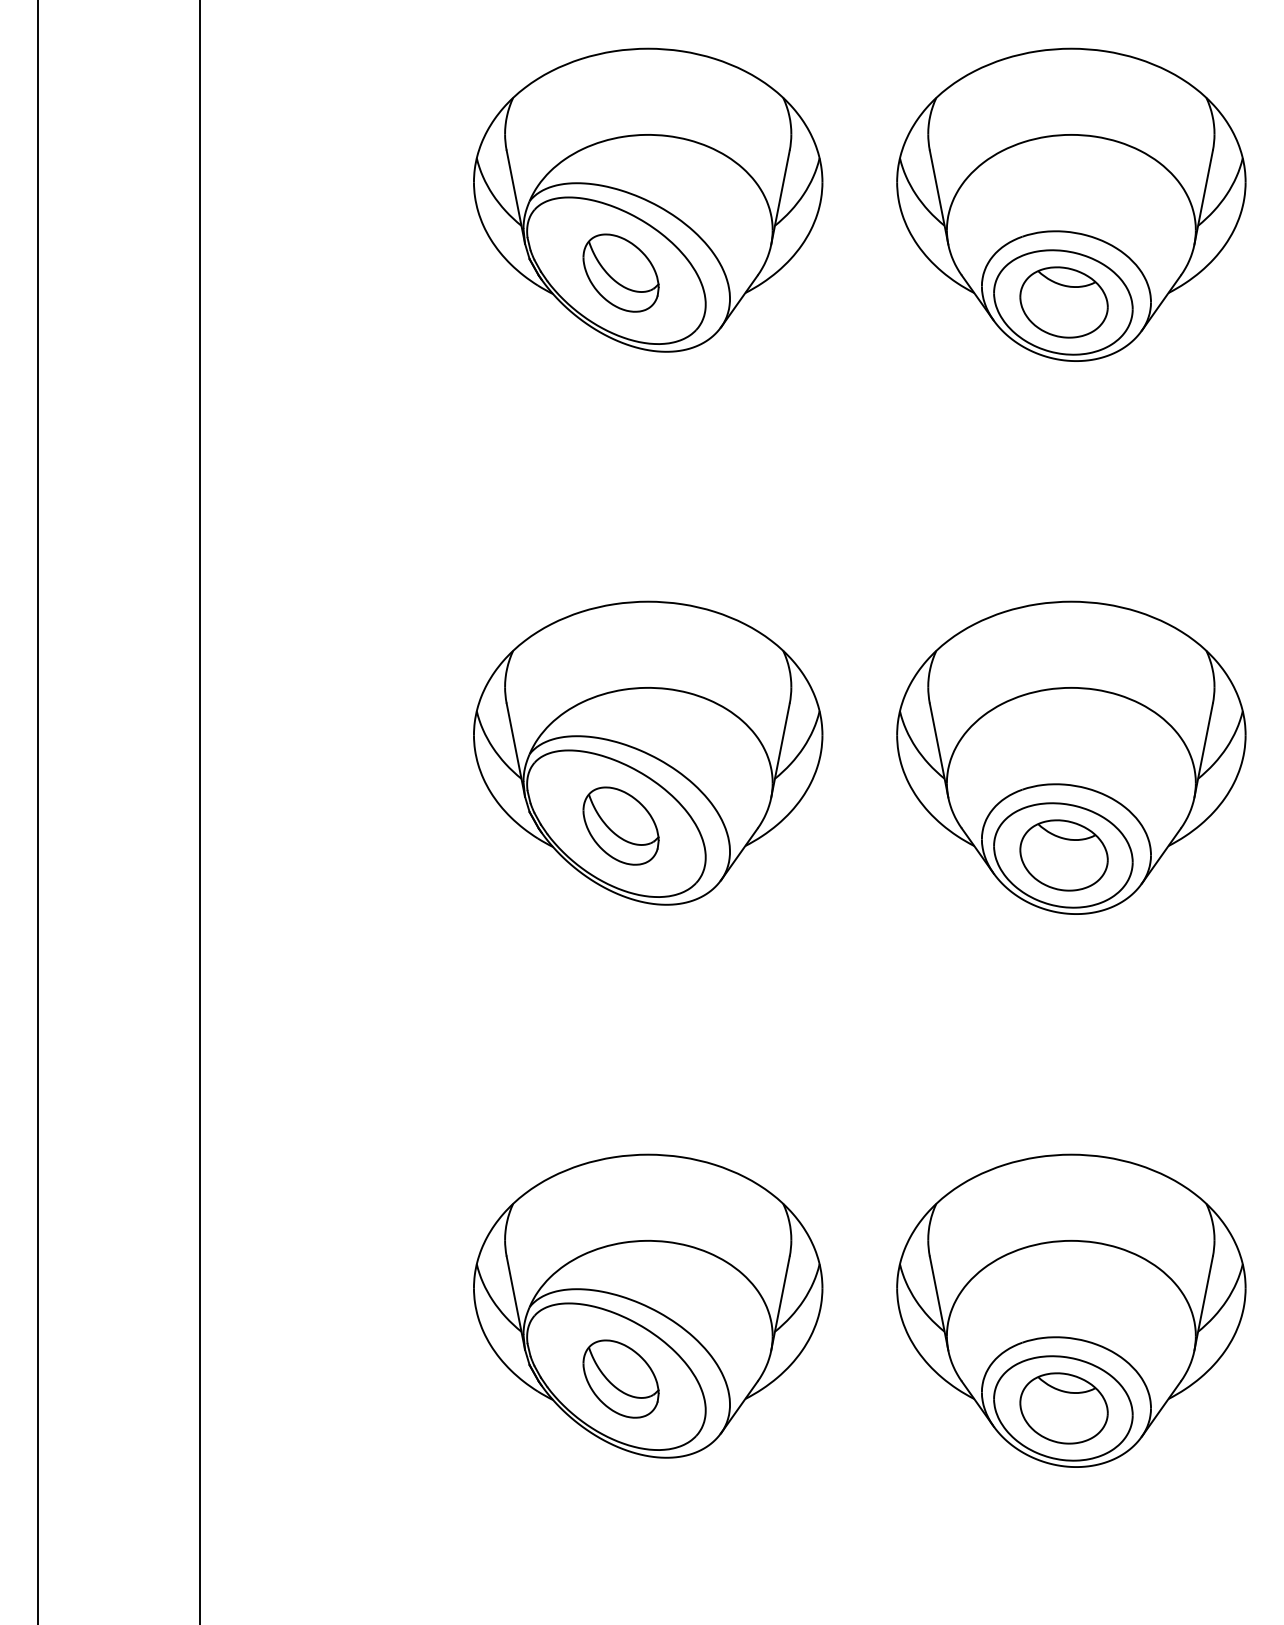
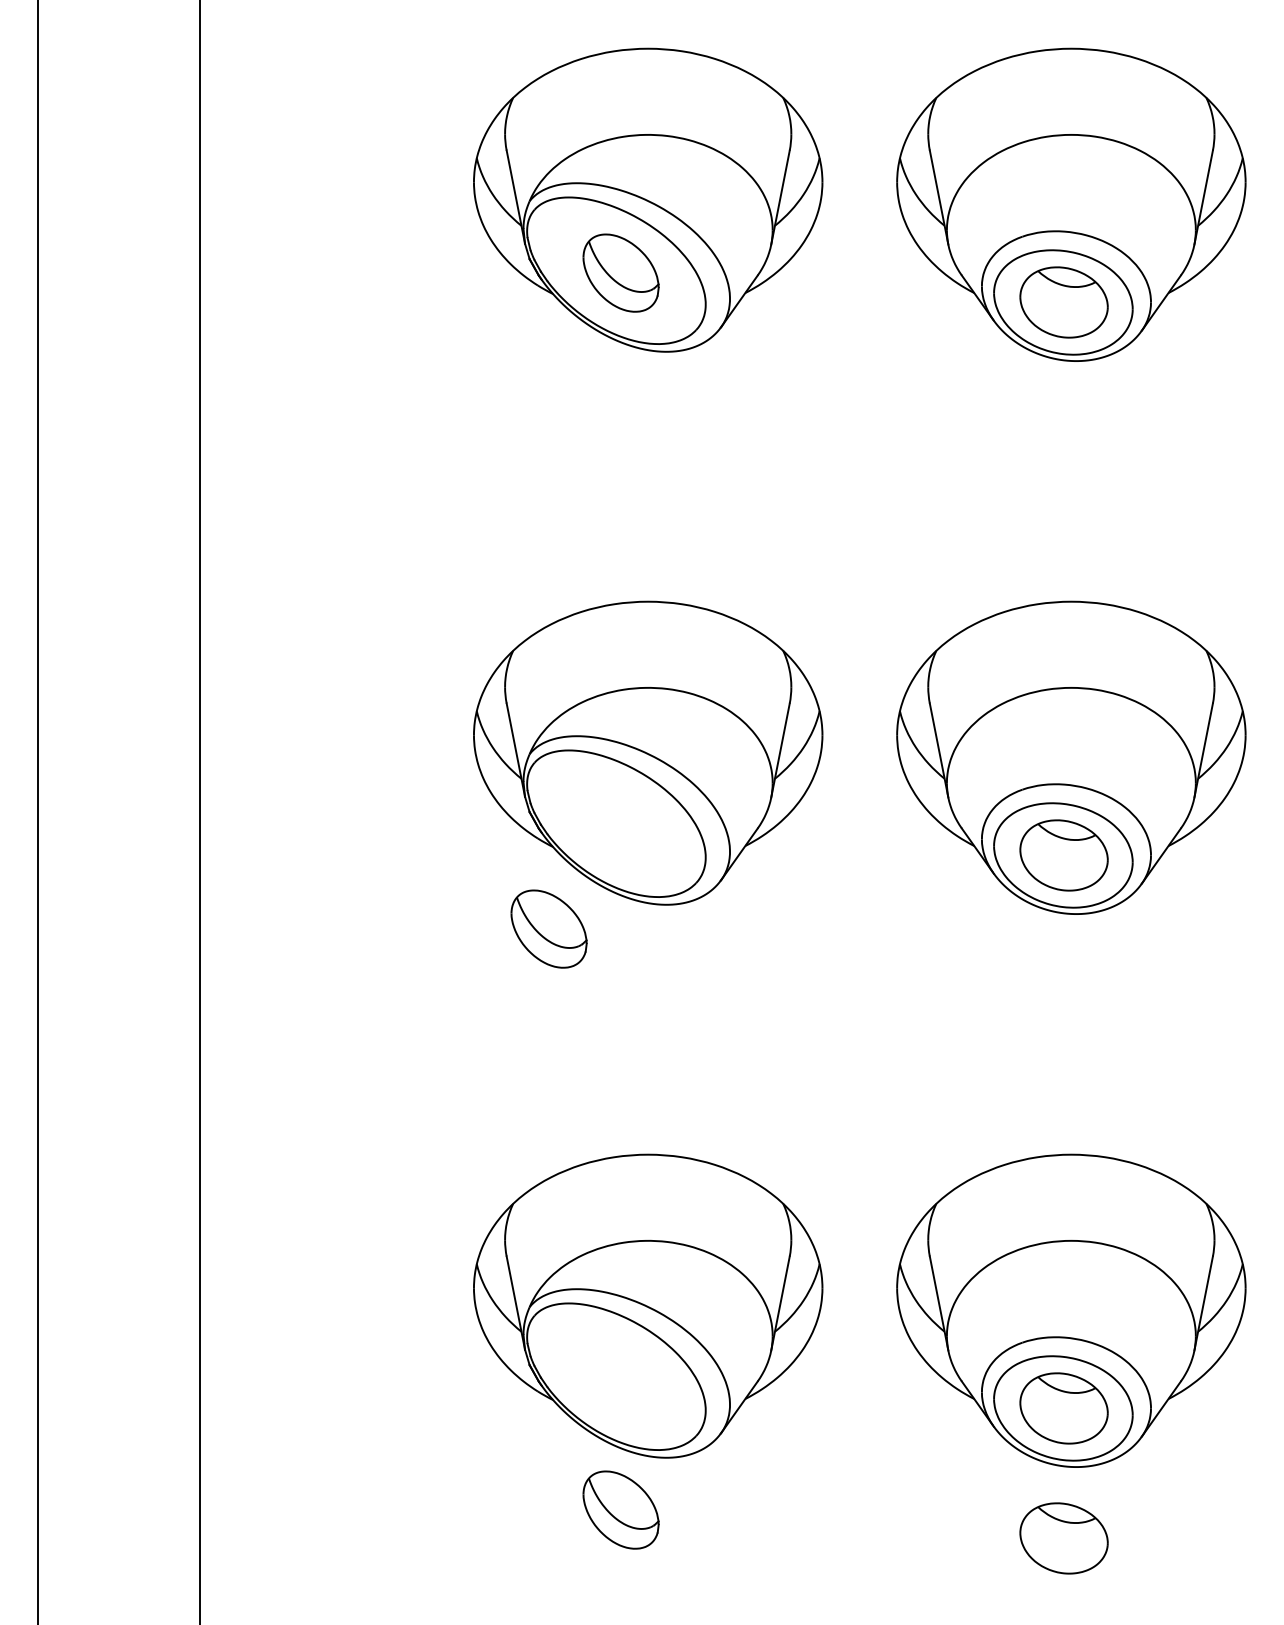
part at (620, 825) position: (620, 825) -> (548, 928)
part at (620, 1378) position: (620, 1378) -> (620, 1509)
part at (1063, 1538): none -> present
